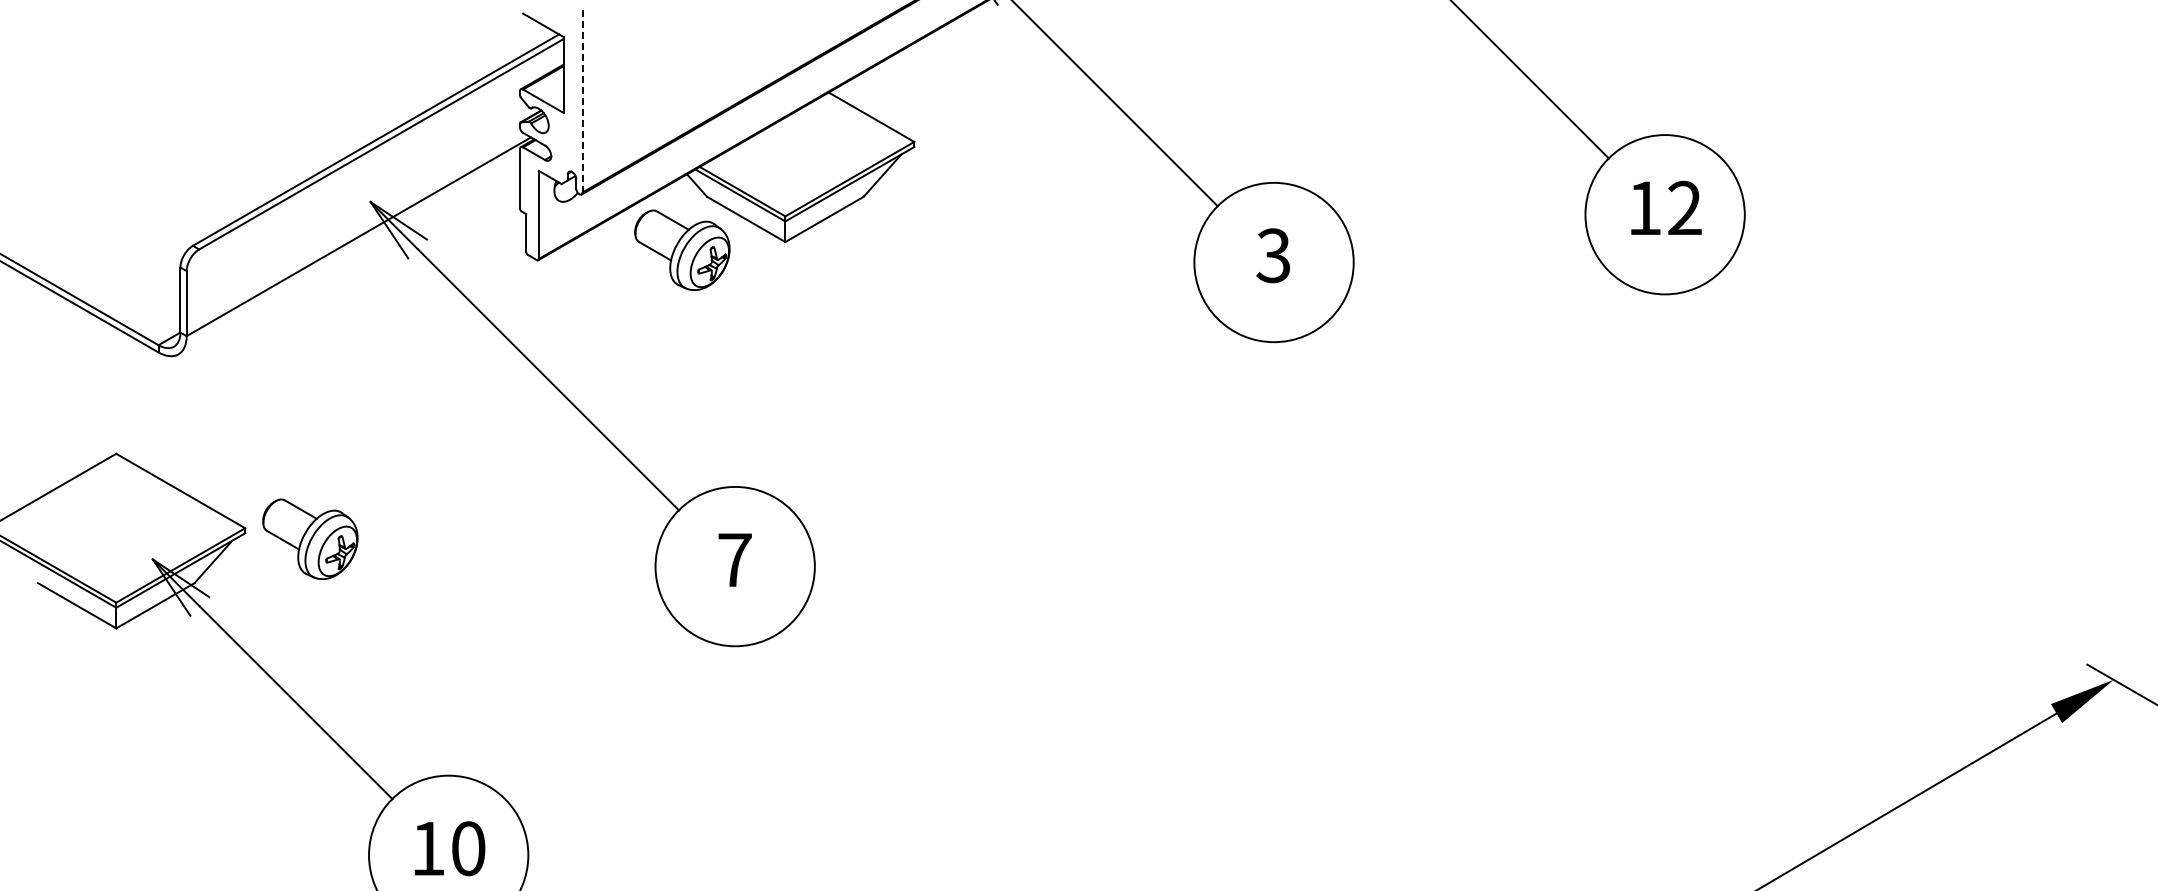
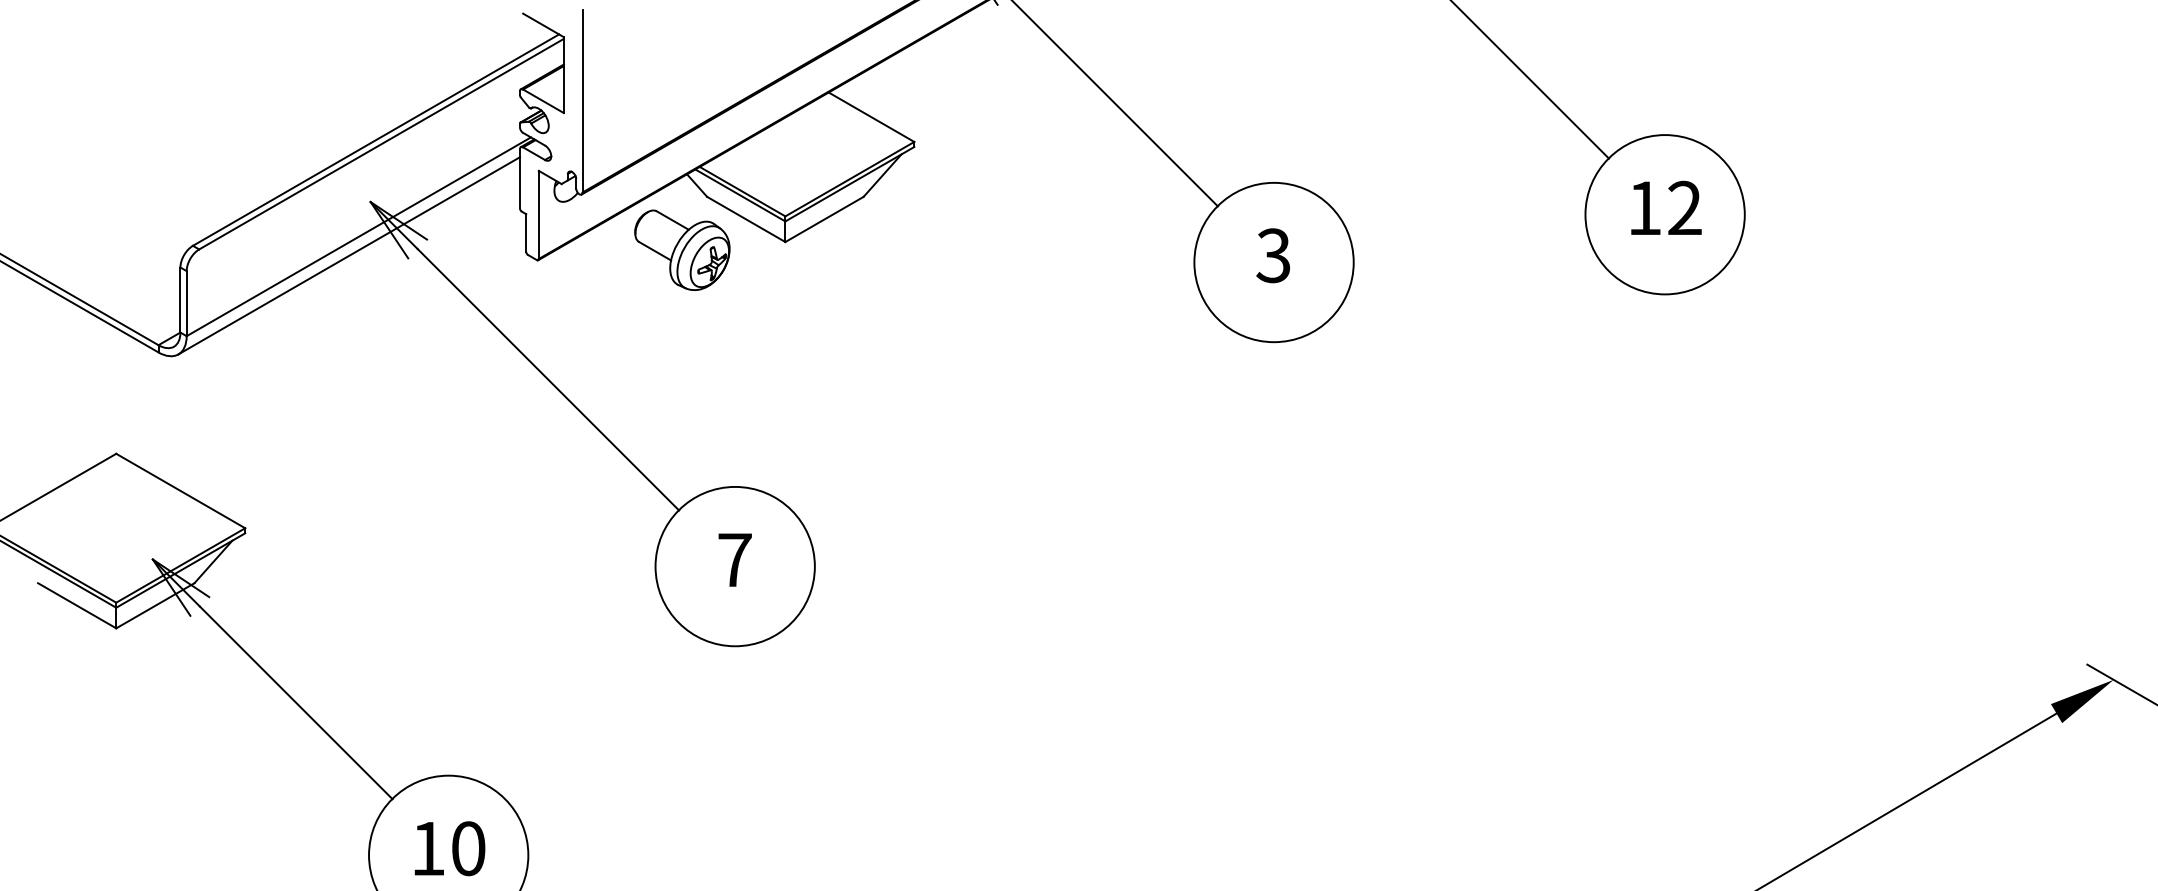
line at (582, 101): dashed -> solid
line at (349, 255): none -> present
part at (310, 538): present -> none
